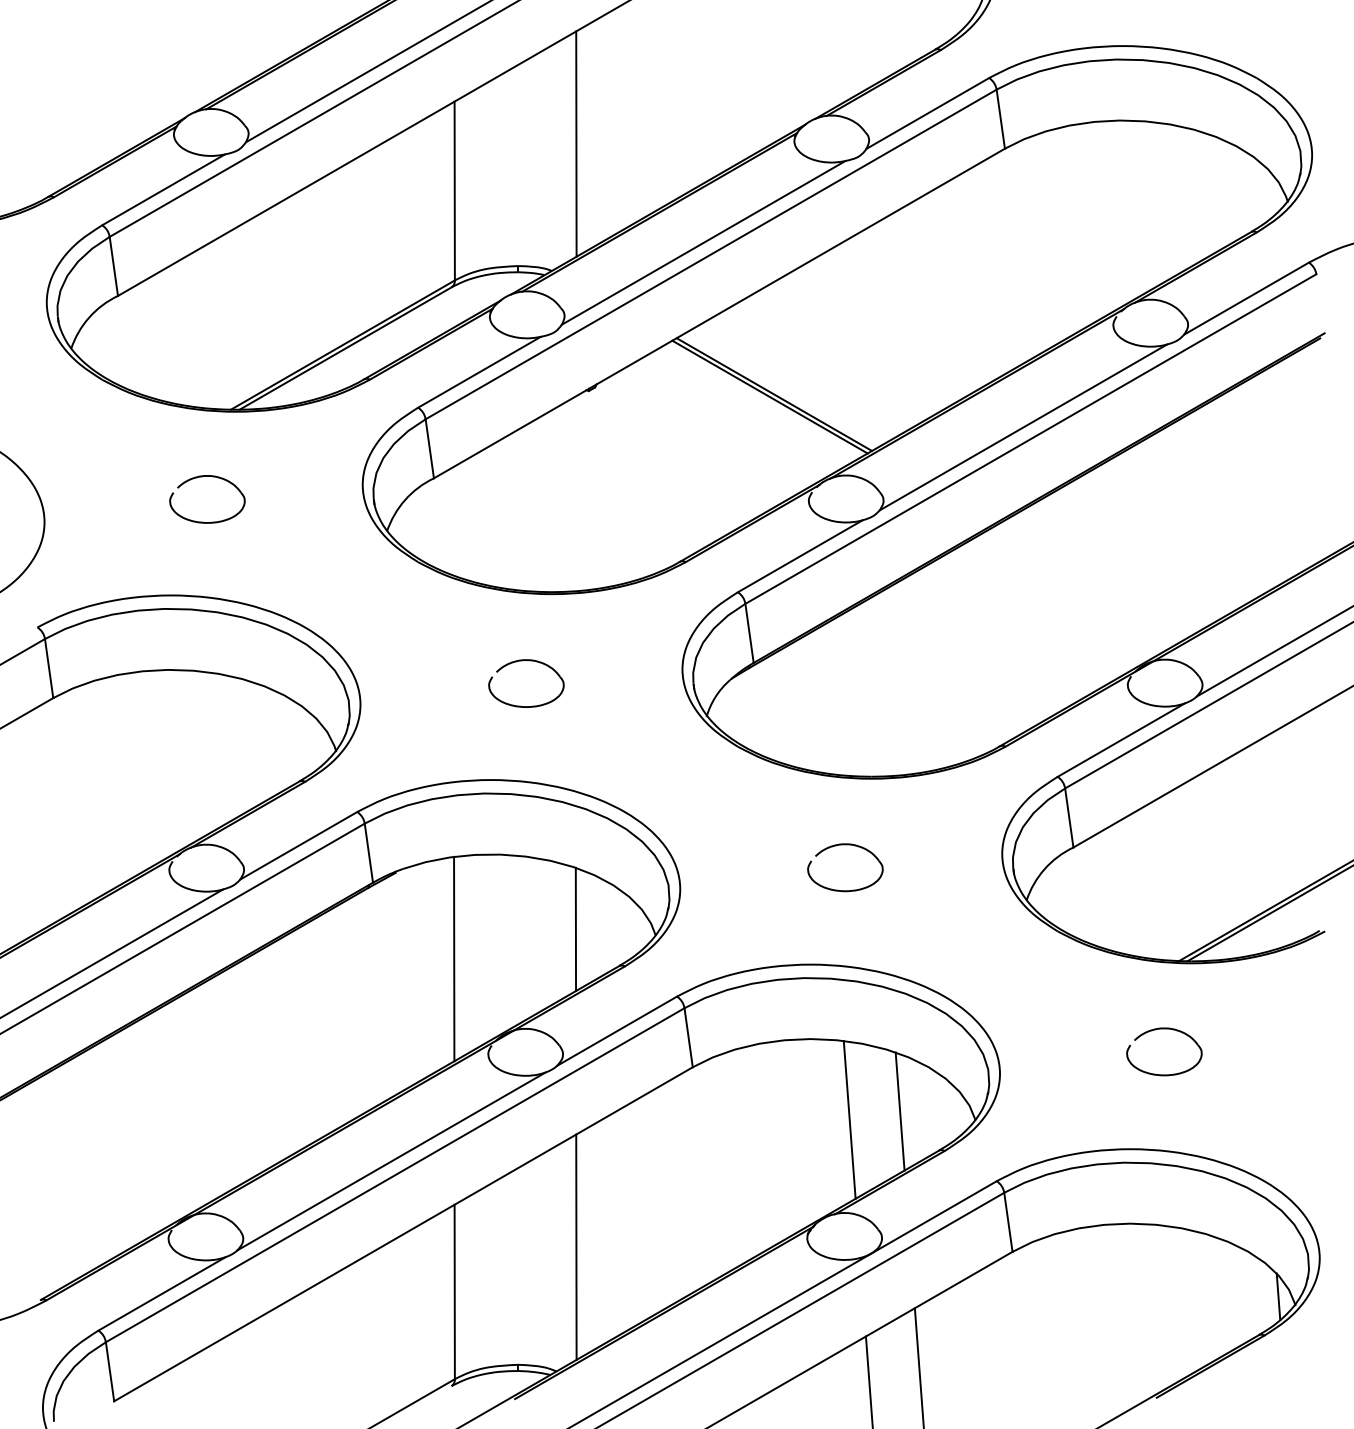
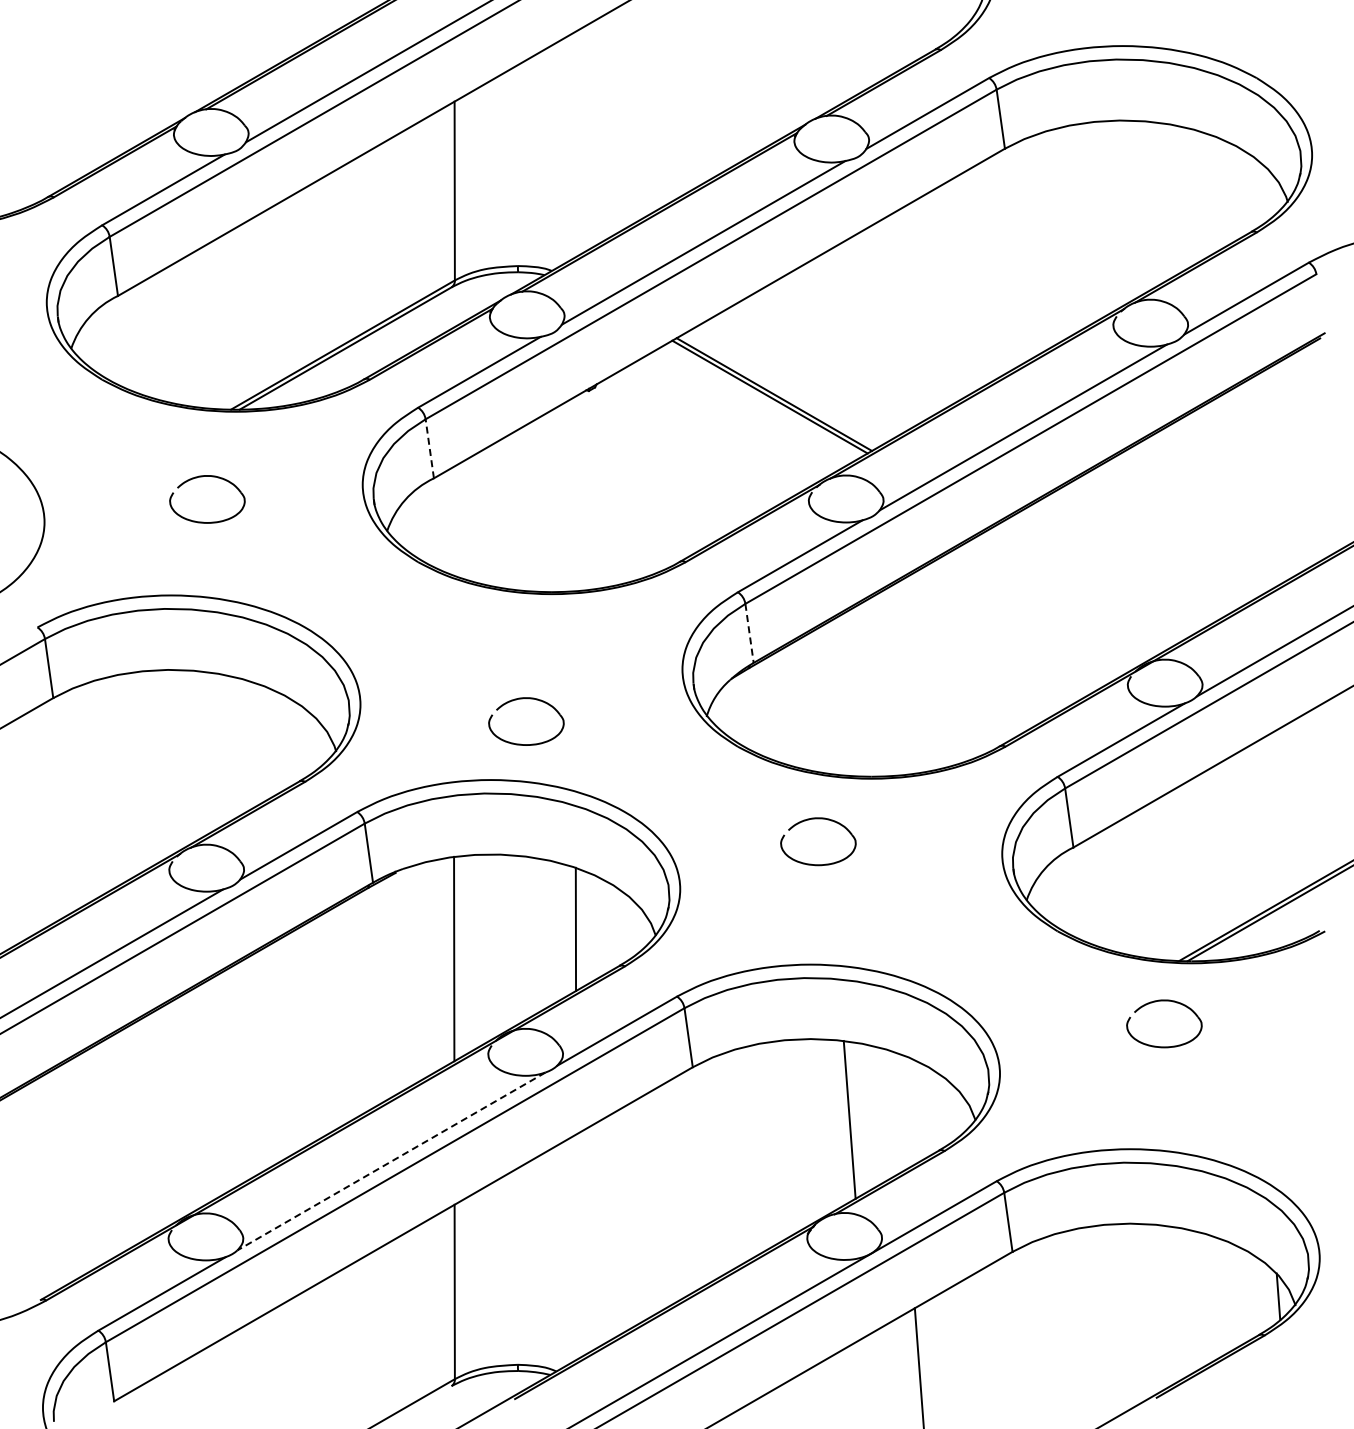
line at (576, 143): present -> none
line at (429, 448): solid -> dashed
line at (749, 633): solid -> dashed
part at (528, 661) position: (528, 661) -> (528, 699)
part at (845, 845) position: (845, 845) -> (818, 819)
part at (1164, 1029) position: (1164, 1029) -> (1164, 1001)
line at (899, 1111): present -> none
line at (391, 1161): solid -> dashed
line at (576, 1246): present -> none
line at (868, 1380): present -> none
